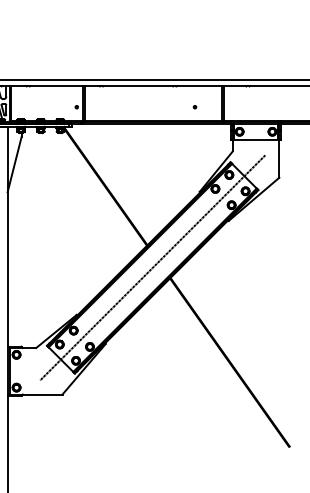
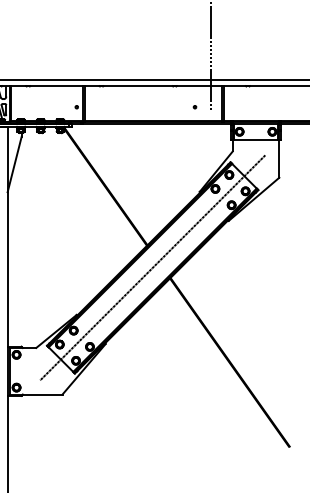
line at (211, 55): none -> present
